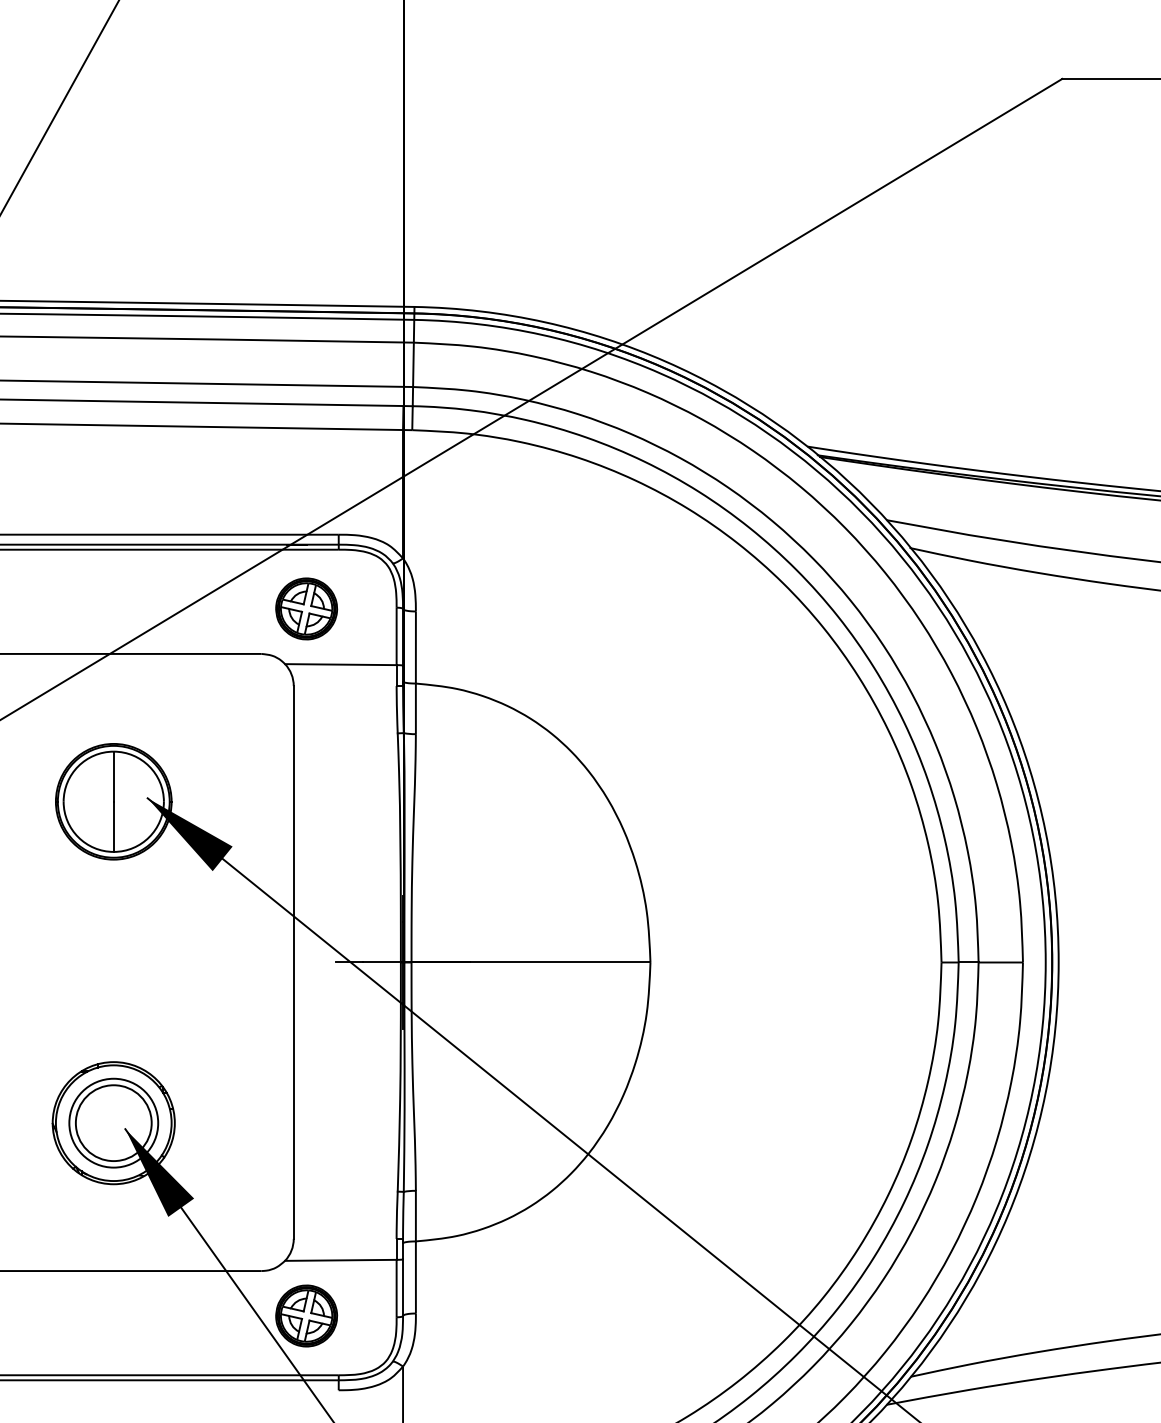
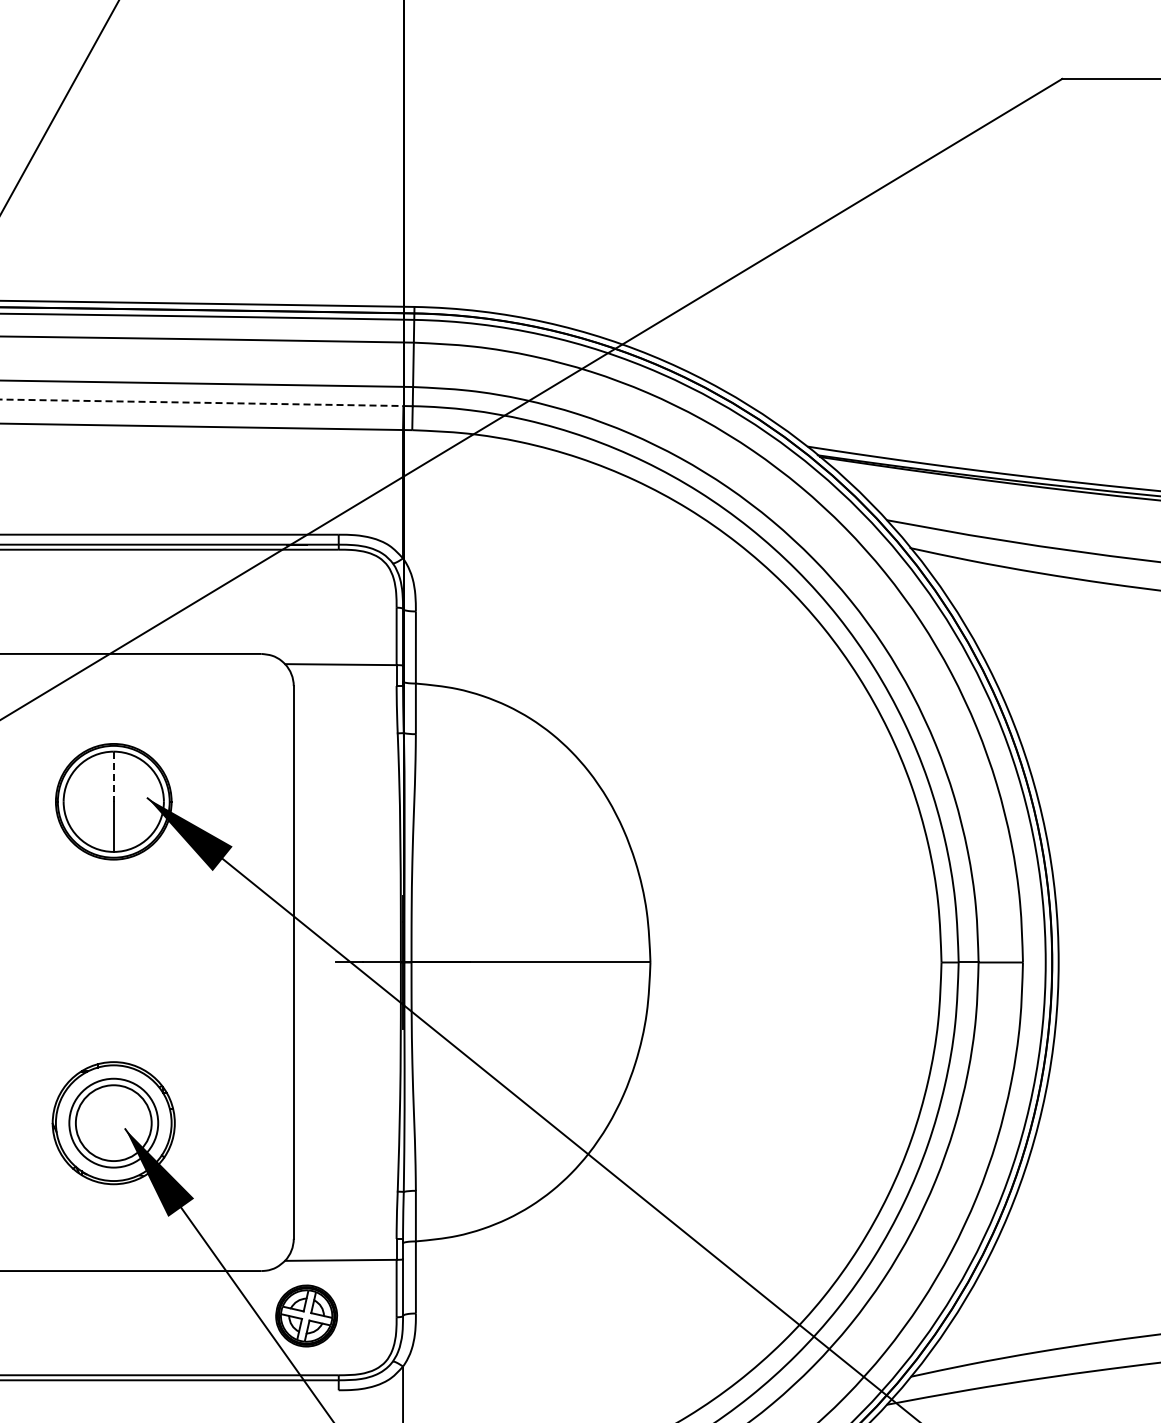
line at (202, 402): solid -> dashed
part at (306, 608): present -> none
line at (113, 777): solid -> dashed
